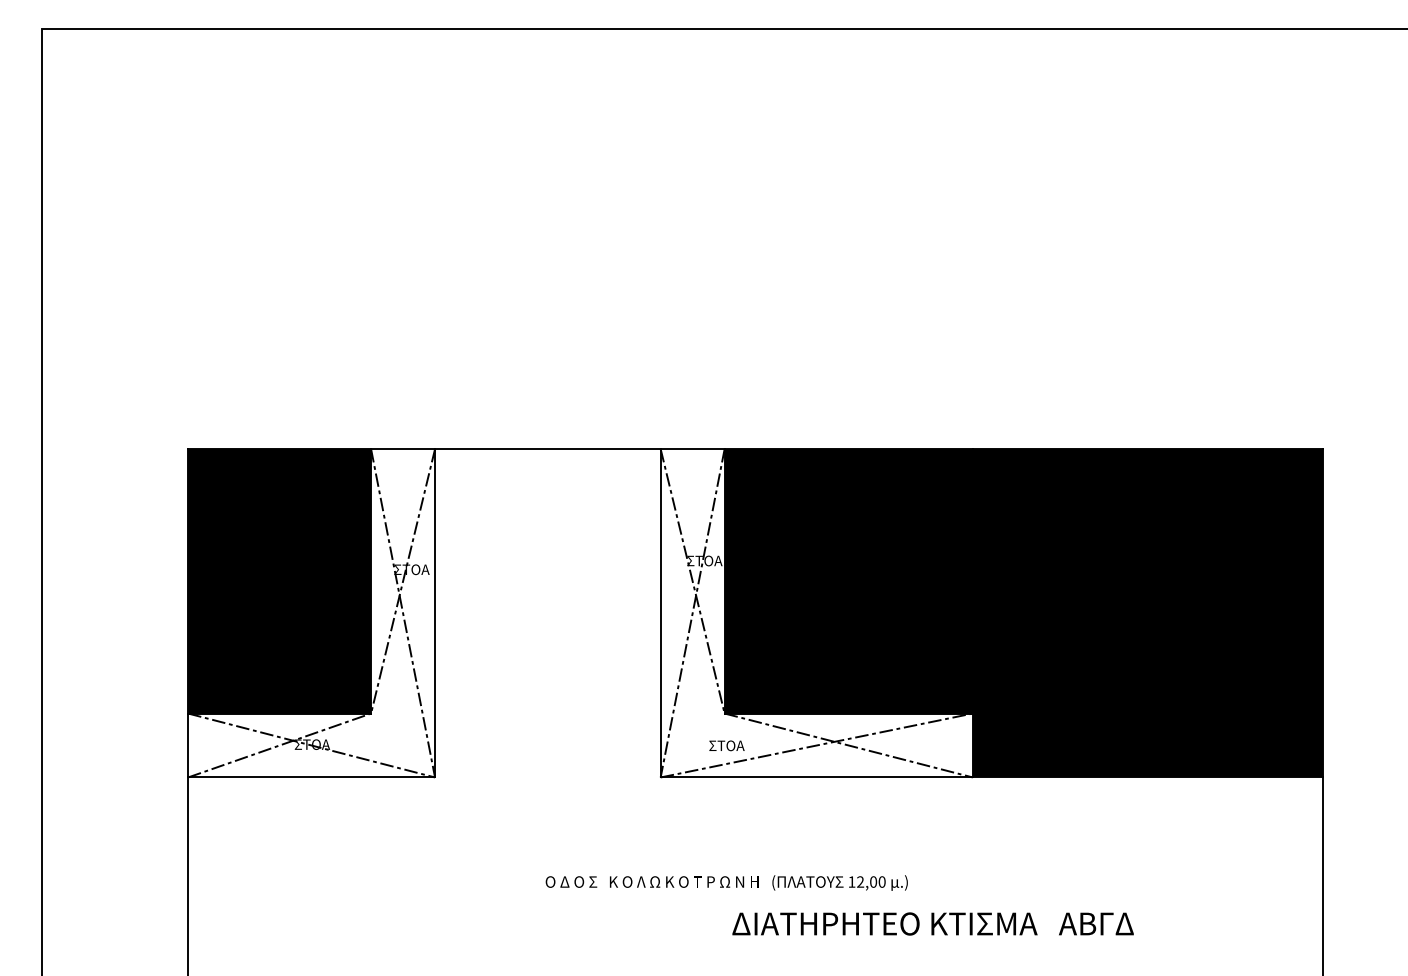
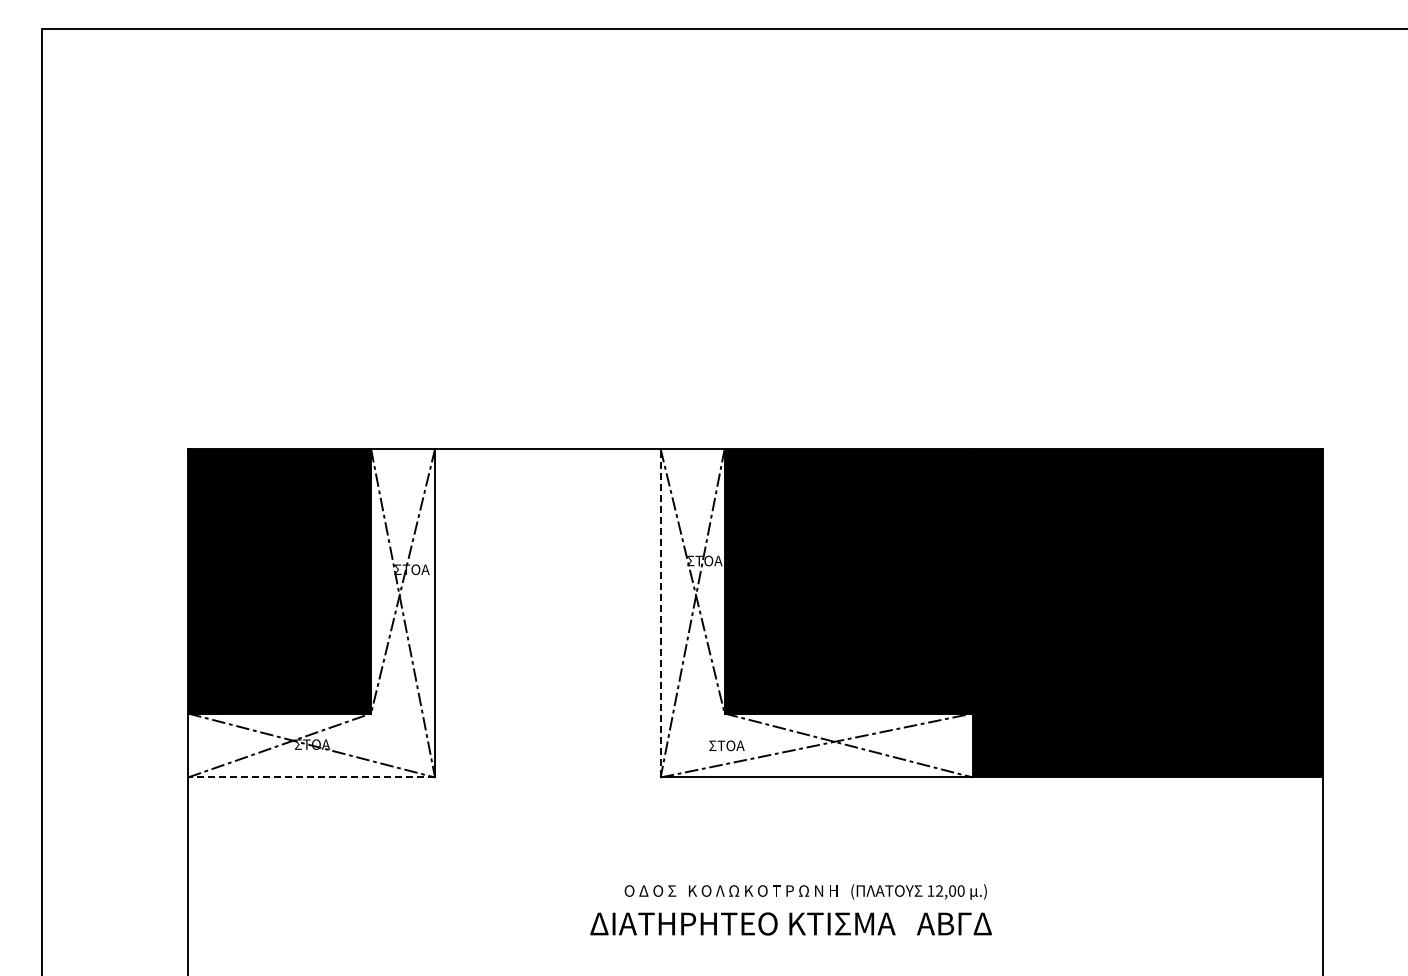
line at (660, 612): solid -> dashed
line at (311, 777): solid -> dashed
text at (726, 882) position: (726, 882) -> (805, 891)
text at (932, 923) position: (932, 923) -> (790, 923)
